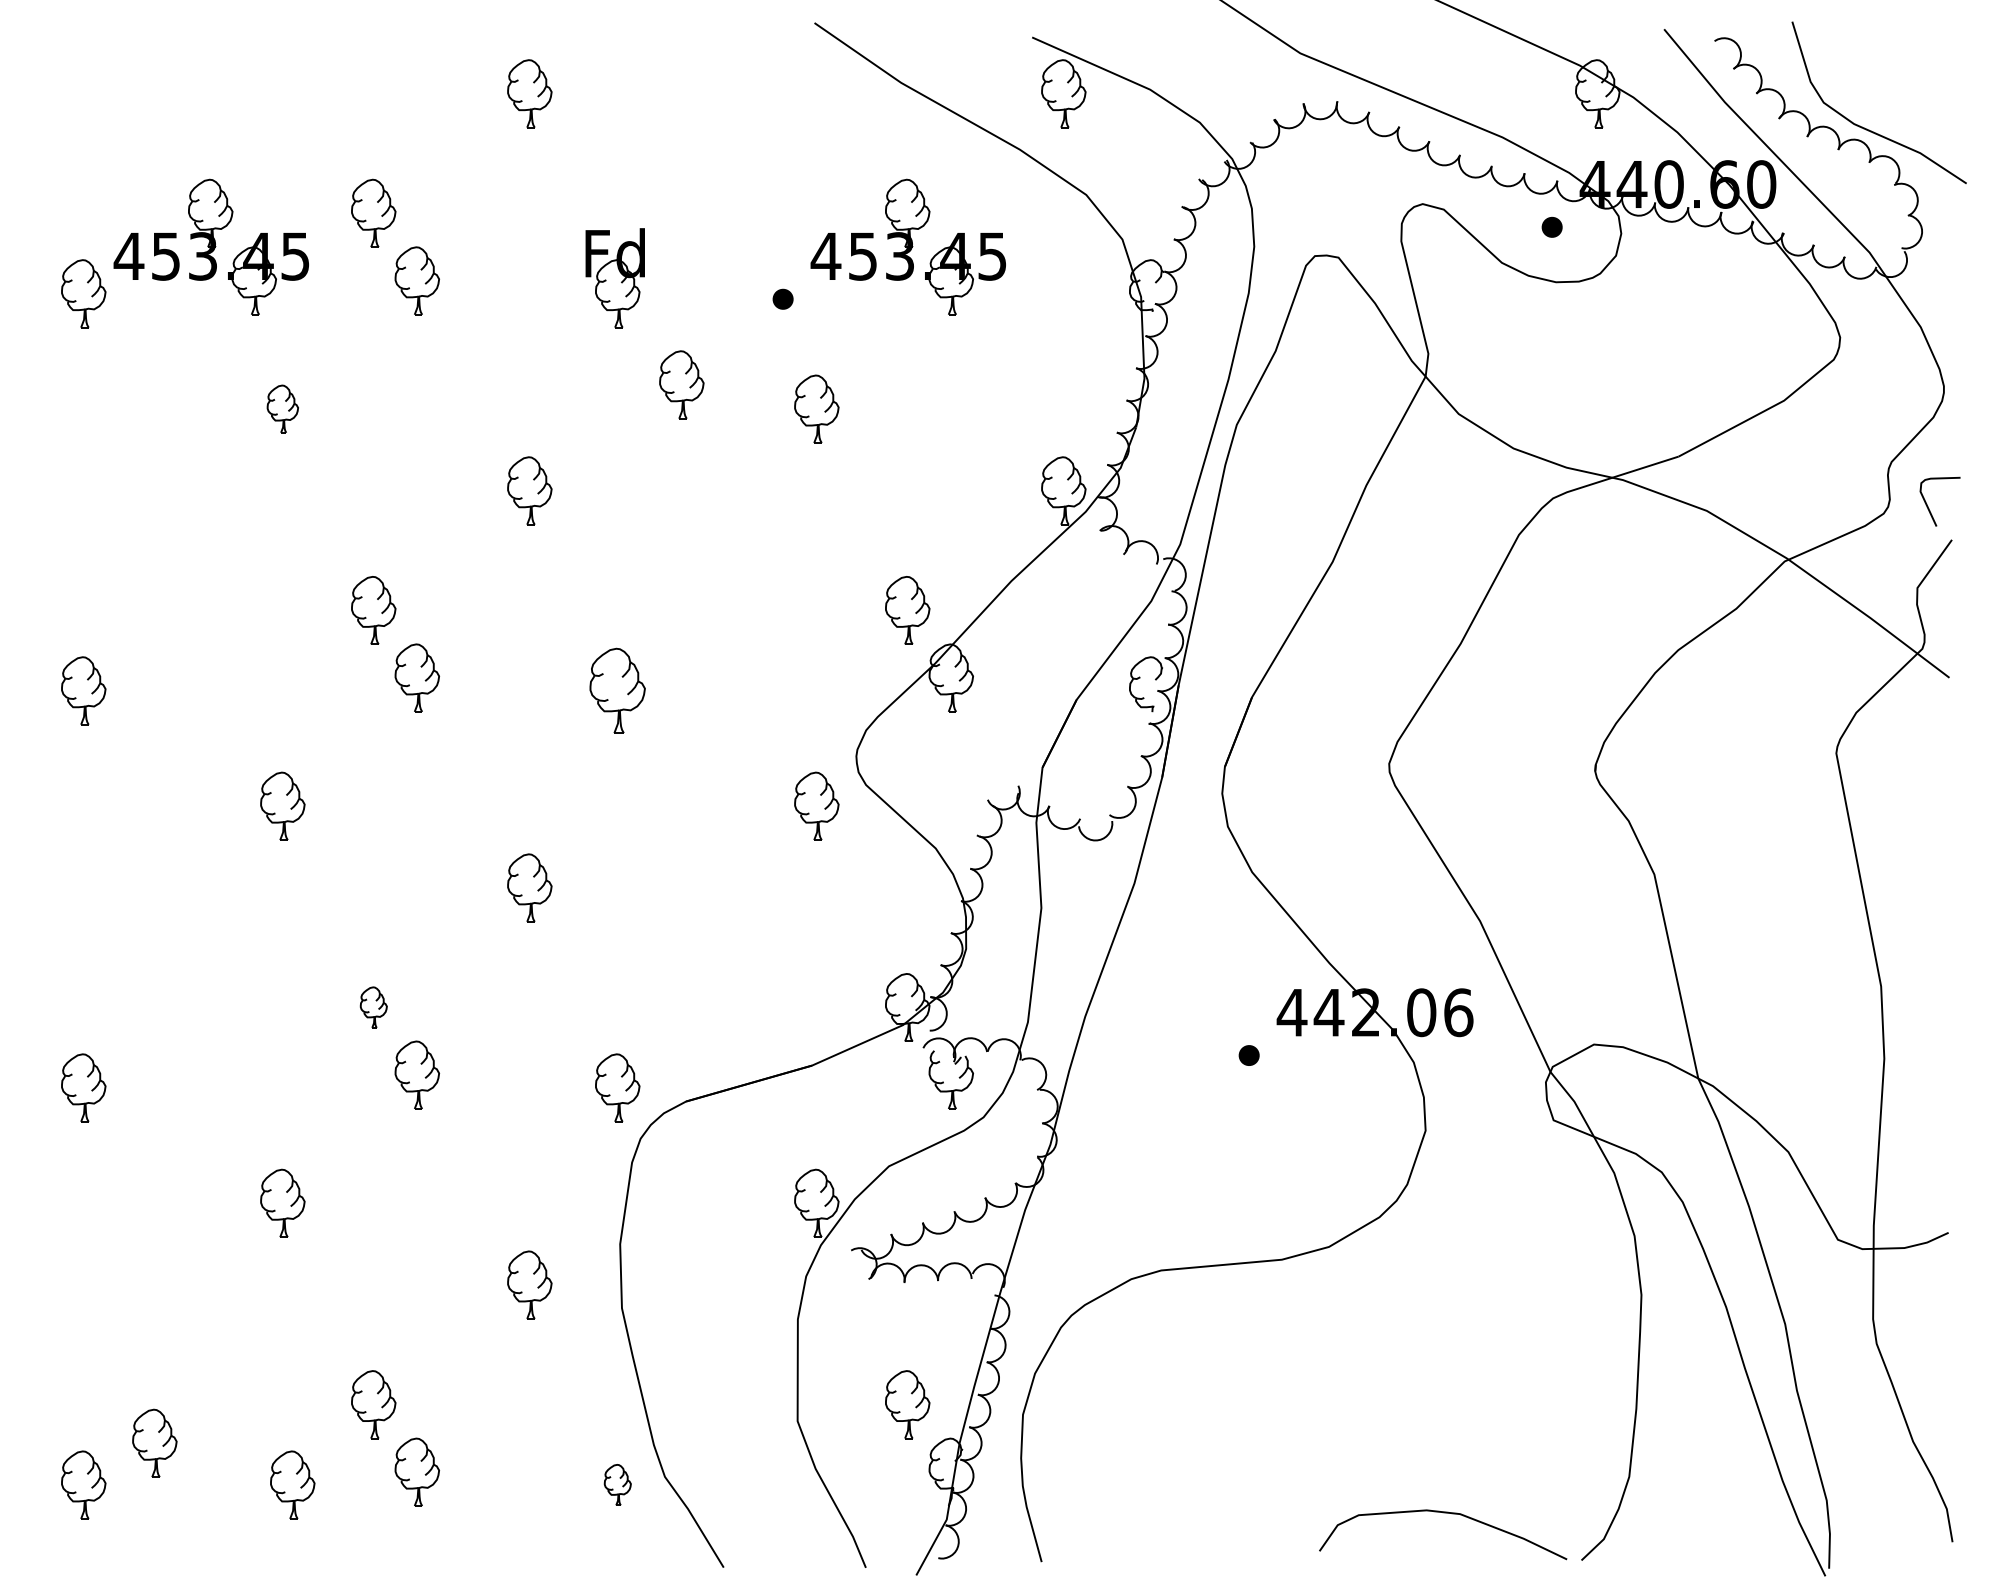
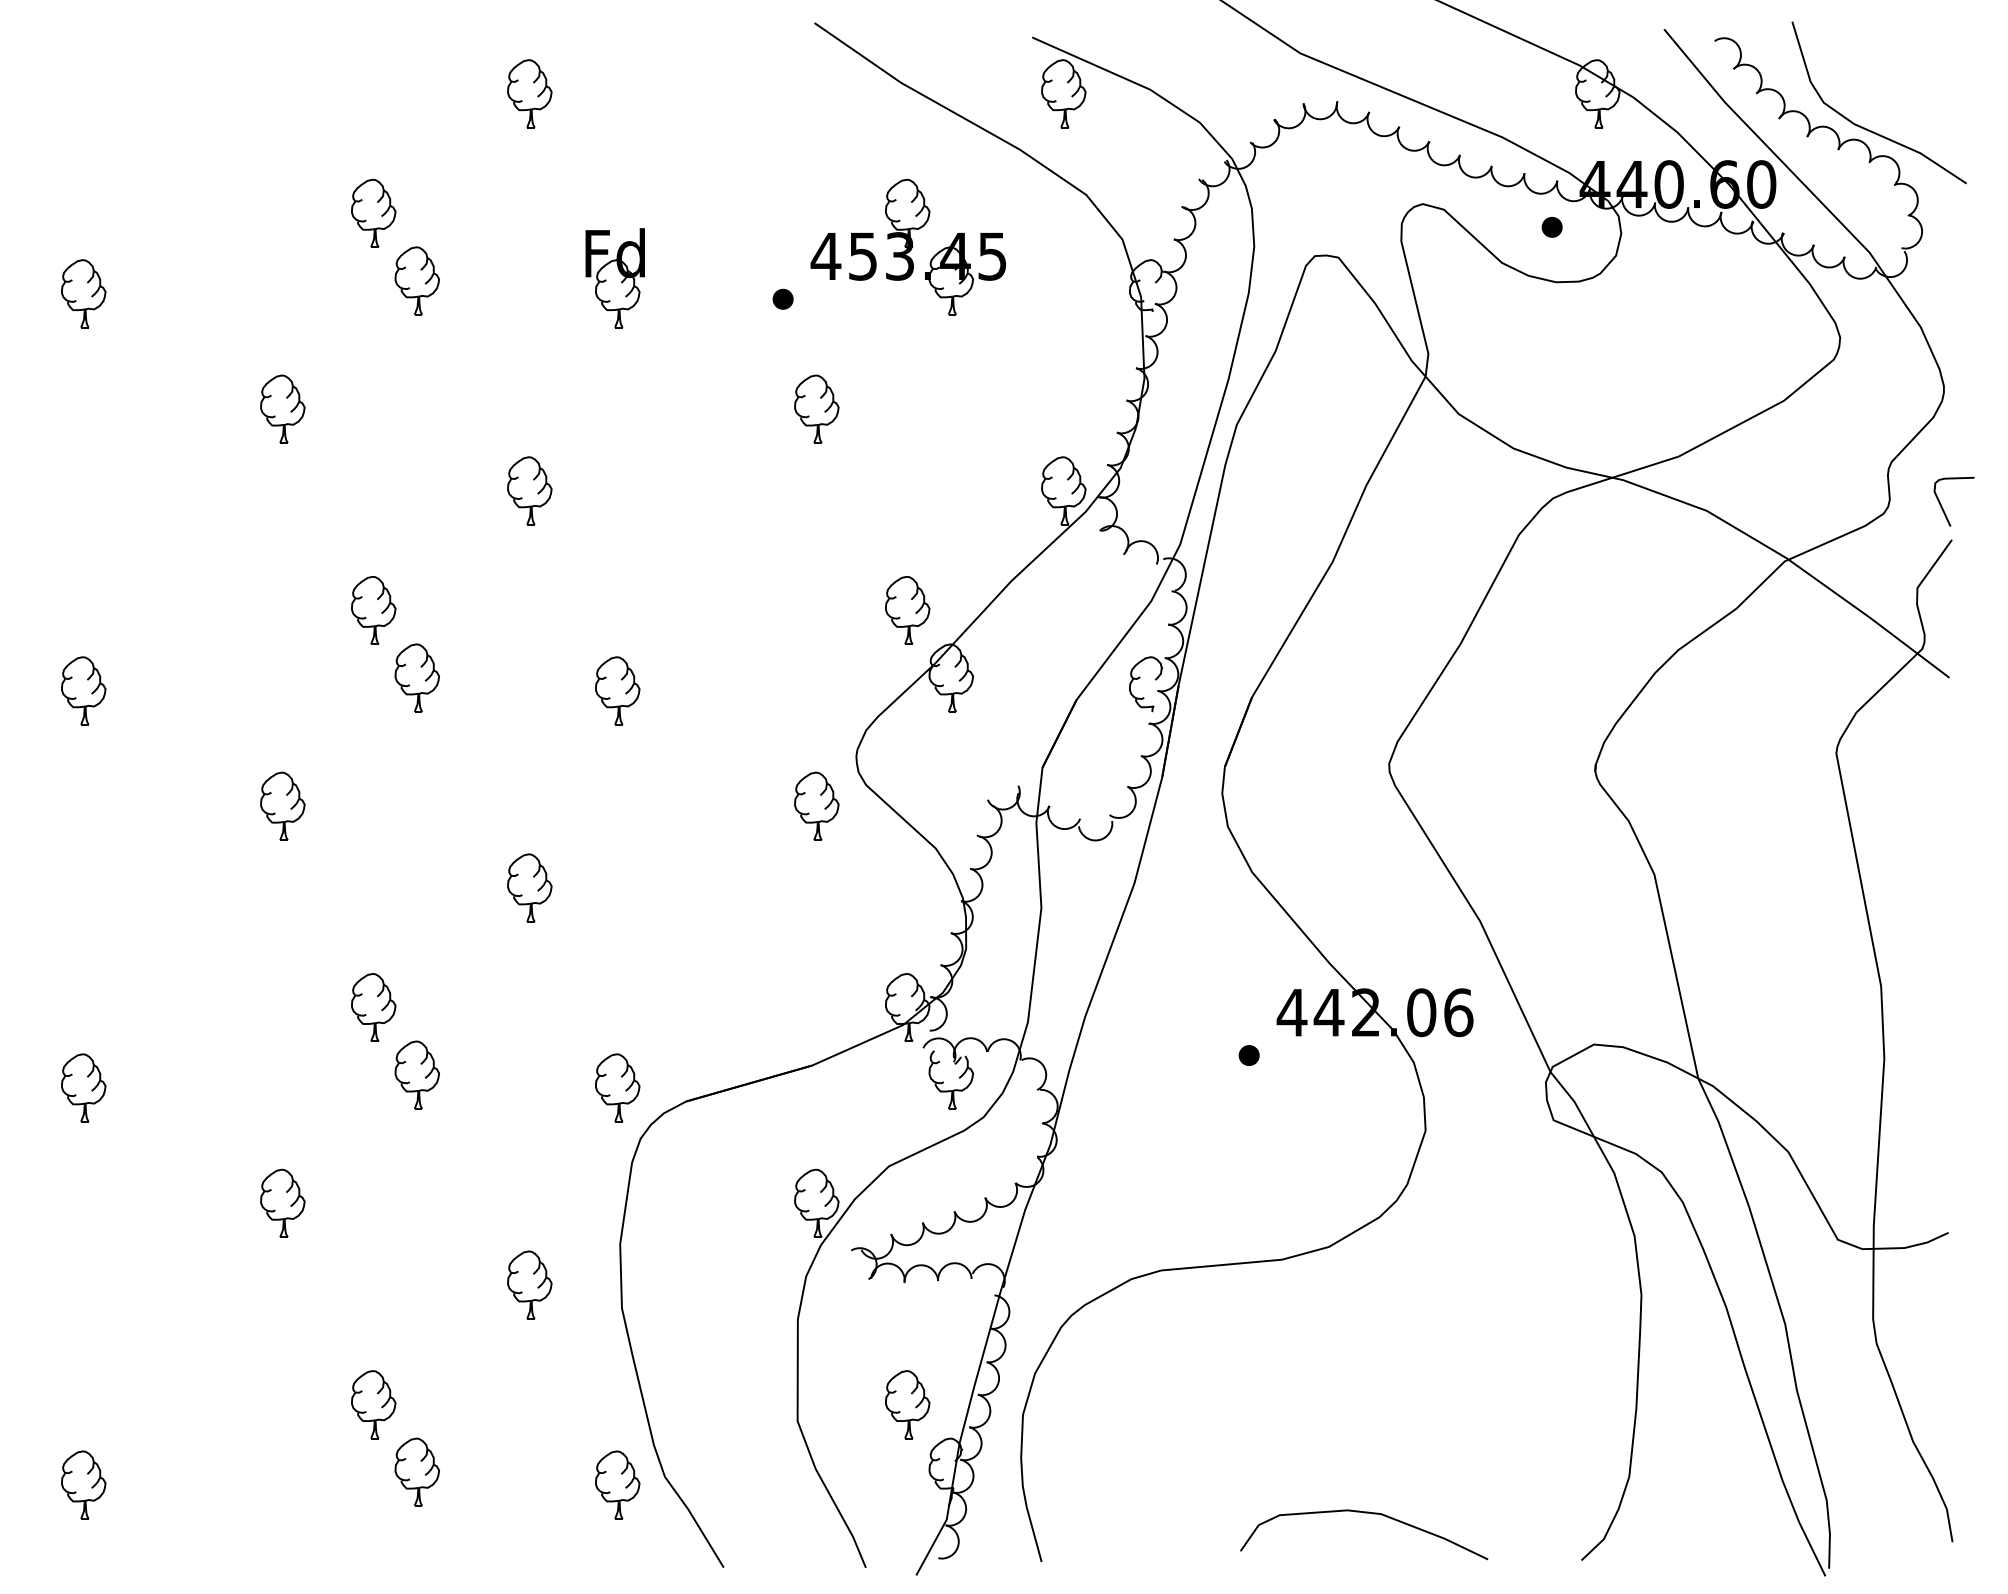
part at (210, 246): present -> none
part at (681, 384): present -> none
part at (282, 408) size: 33x50 px -> 46x70 px
curve at (1928, 506) position: (1928, 506) -> (1942, 506)
part at (617, 690) size: 57x87 px -> 46x70 px
part at (373, 1007) size: 29x43 px -> 46x69 px
part at (154, 1442): present -> none
part at (292, 1484): present -> none
part at (617, 1484) size: 29x42 px -> 46x70 px
curve at (1443, 1513) position: (1443, 1513) -> (1364, 1513)
